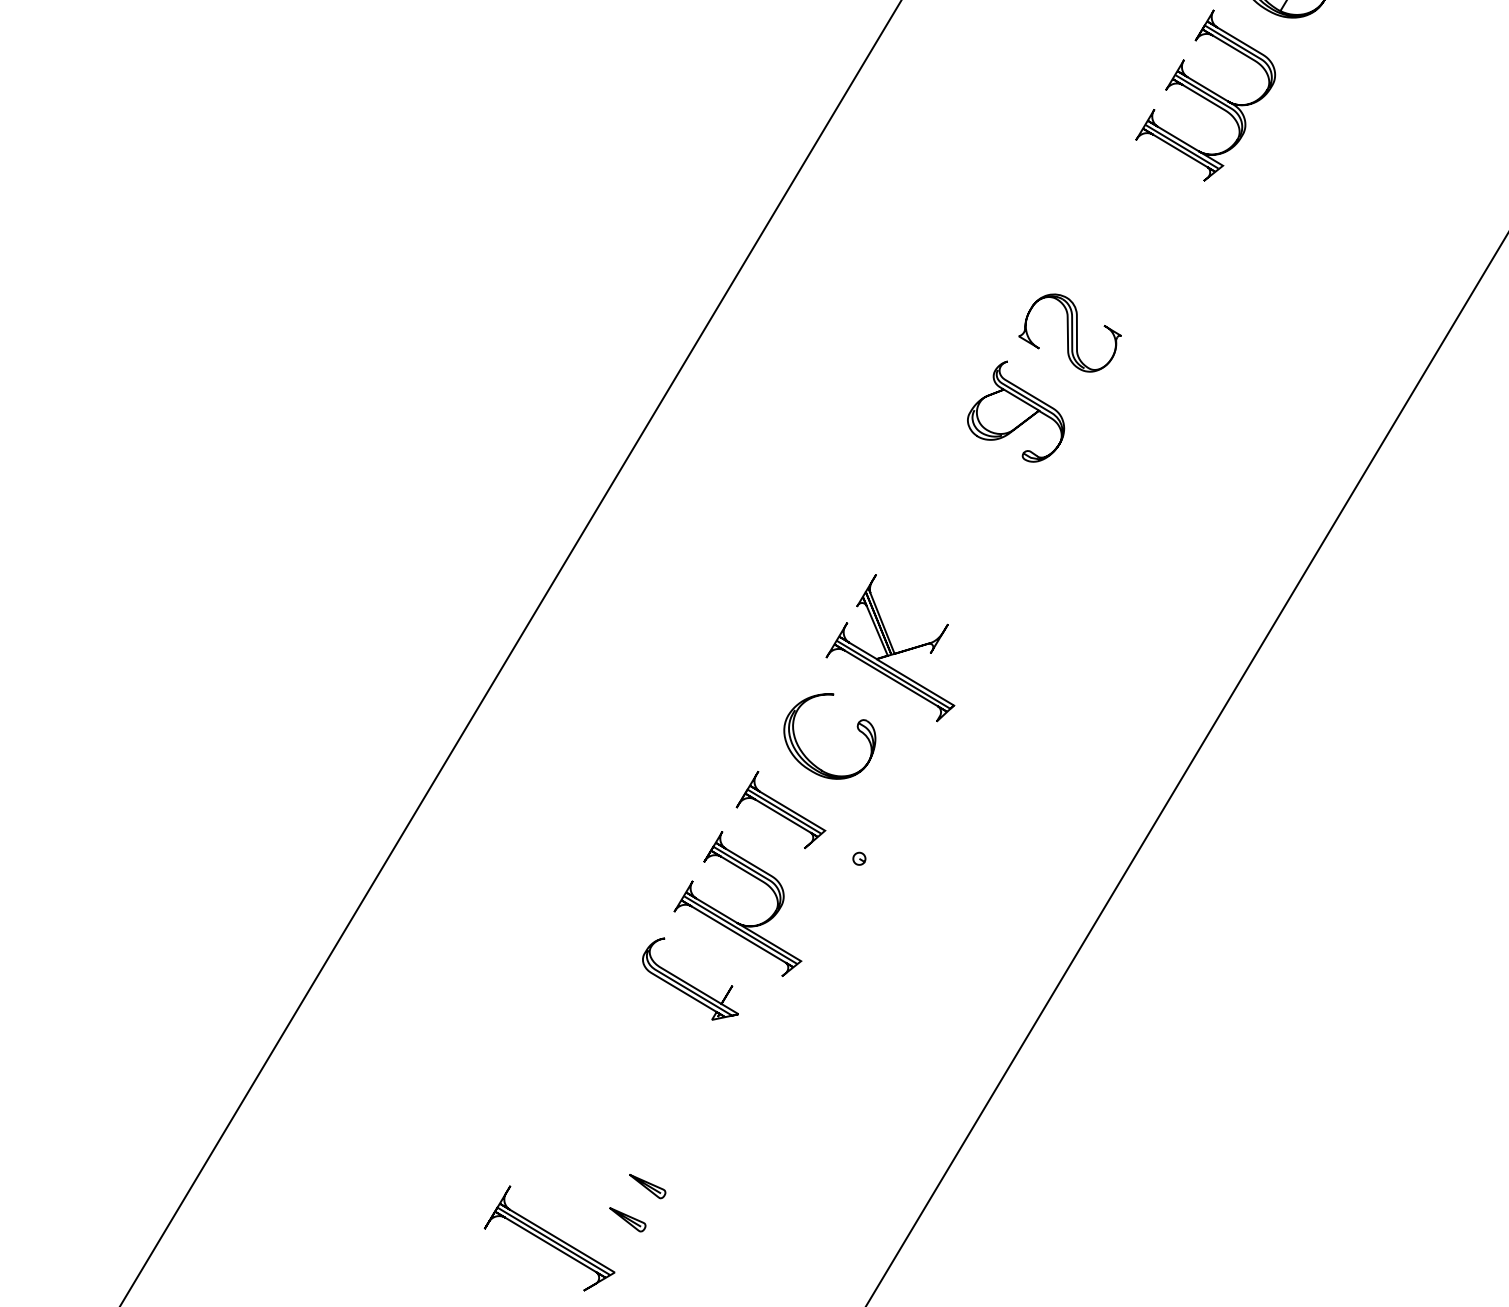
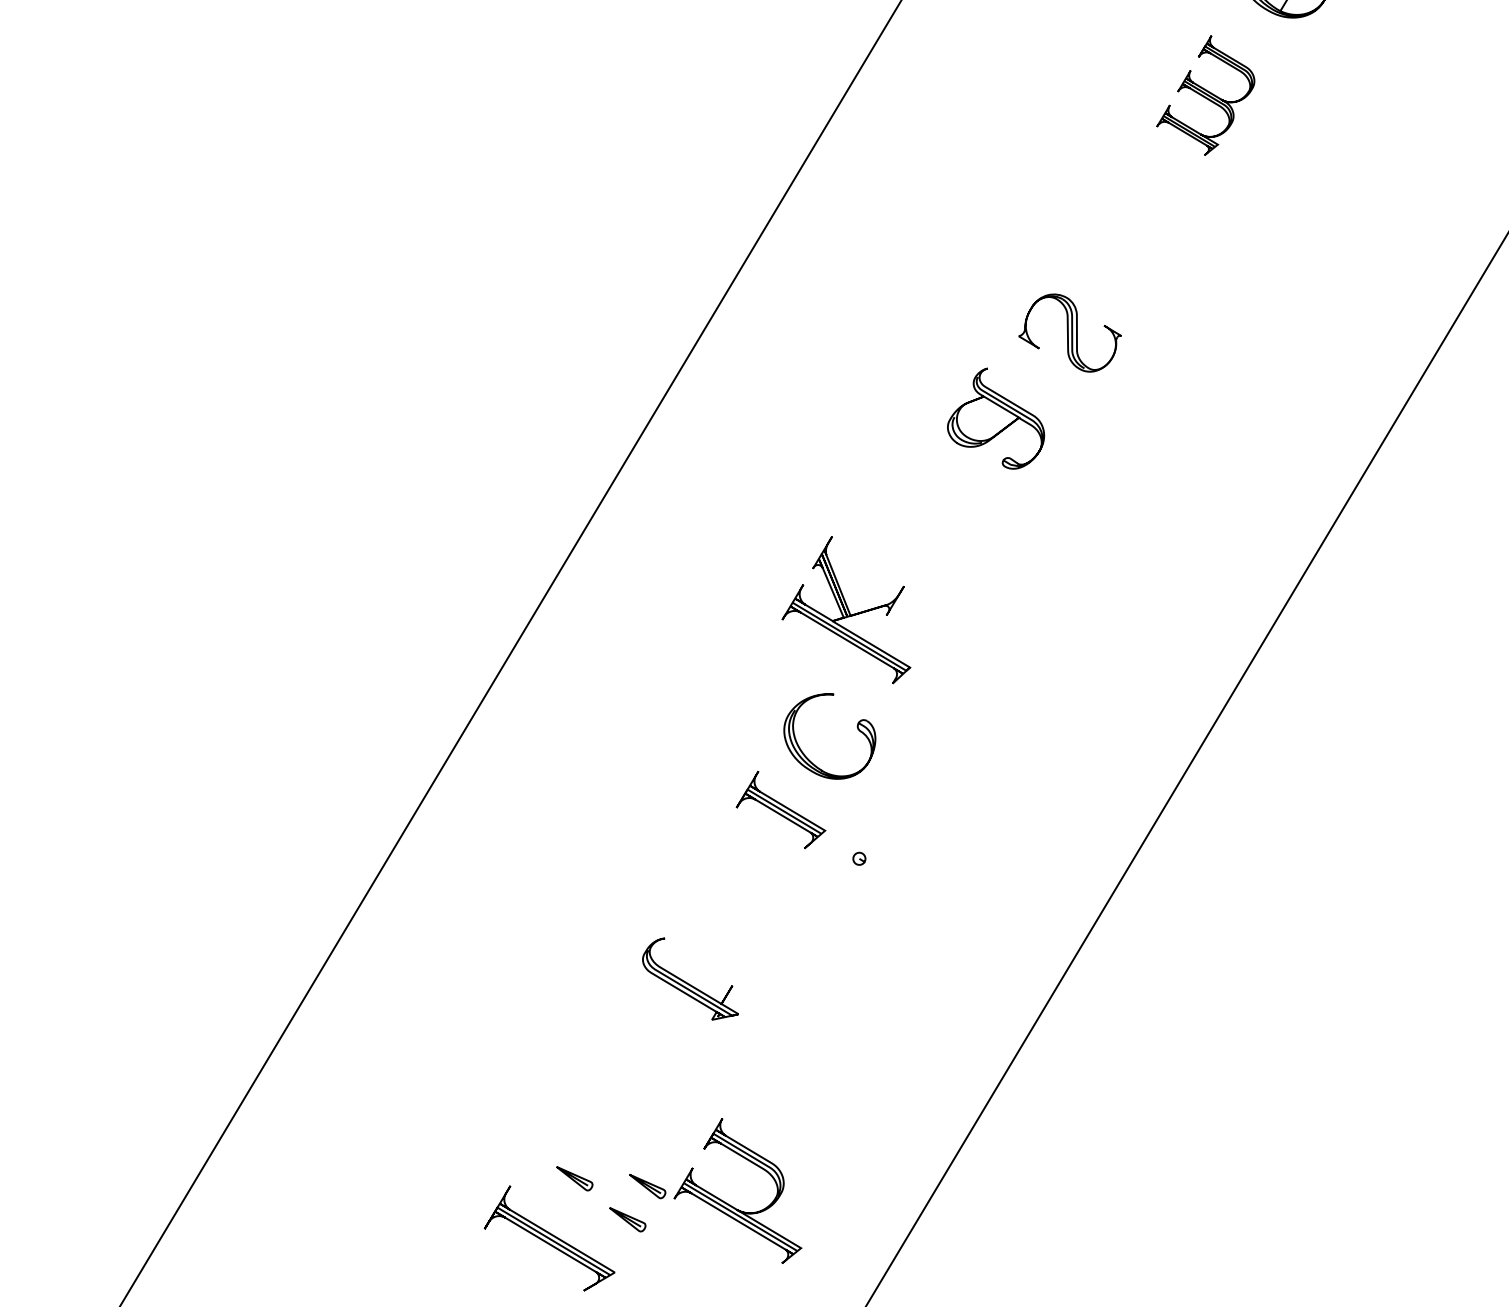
part at (1205, 95) size: 142x173 px -> 100x121 px
part at (1016, 411) position: (1016, 411) -> (996, 418)
curve at (889, 648) position: (889, 648) -> (845, 610)
part at (730, 917) position: (730, 917) -> (730, 1204)
curve at (574, 1178): none -> present
